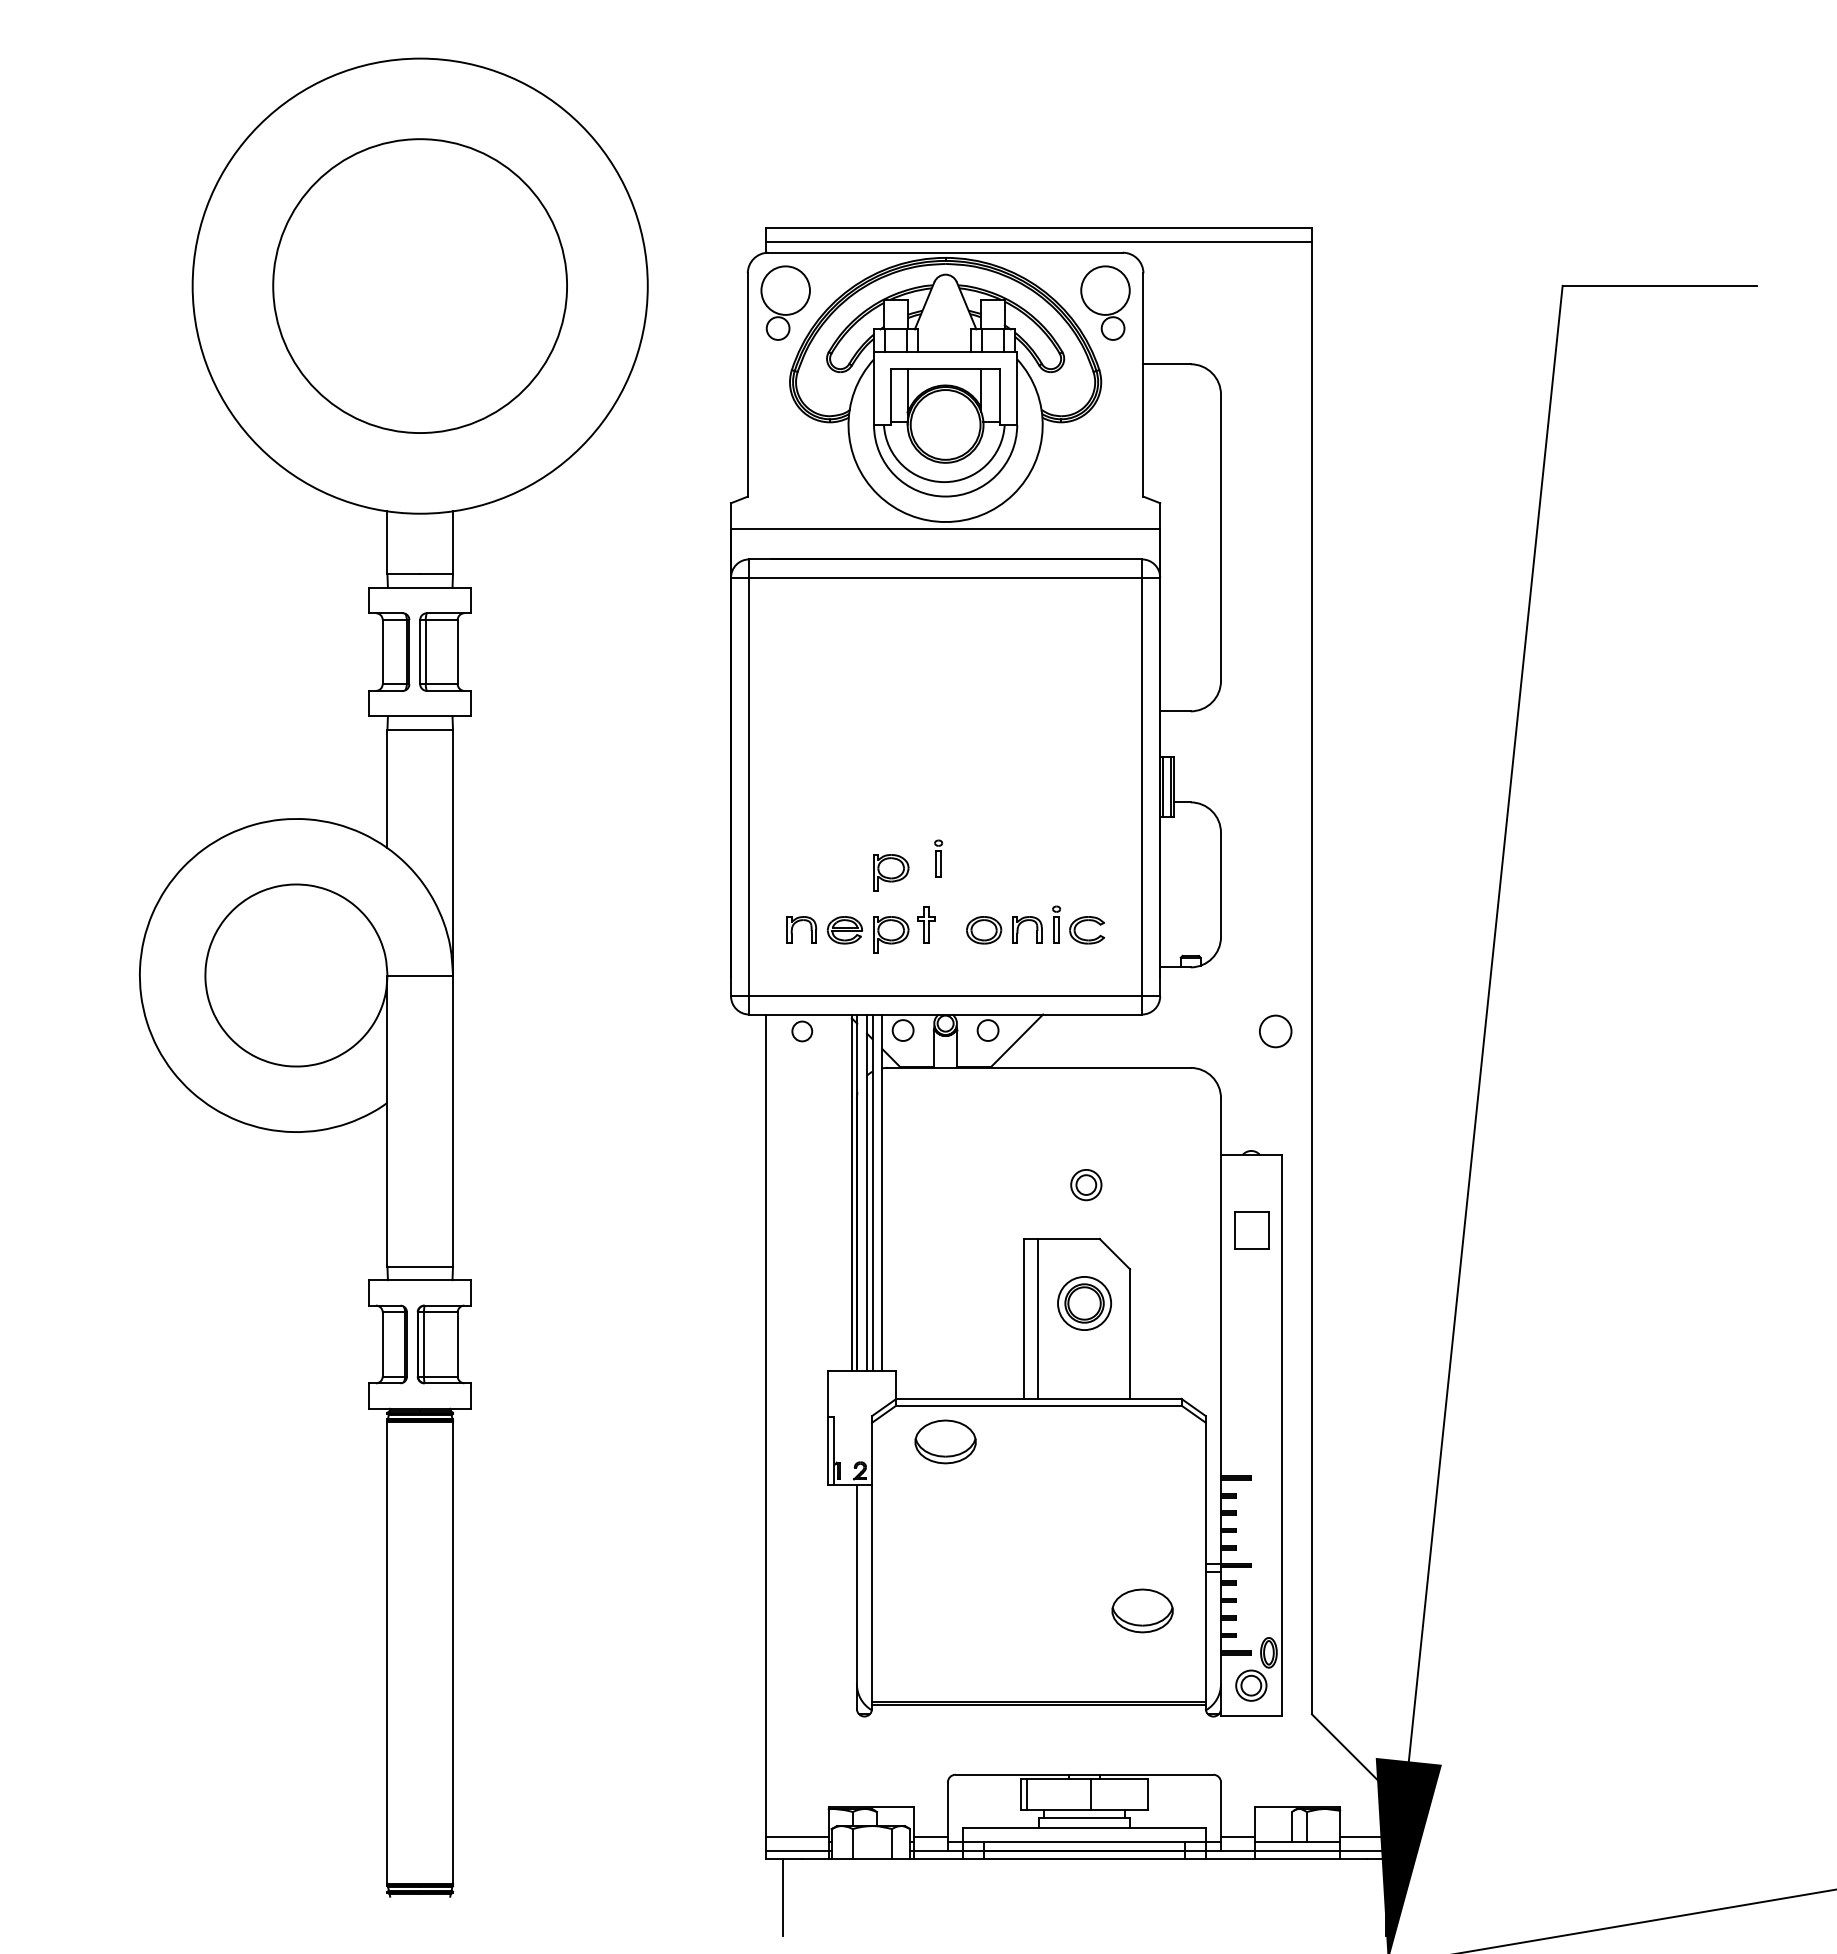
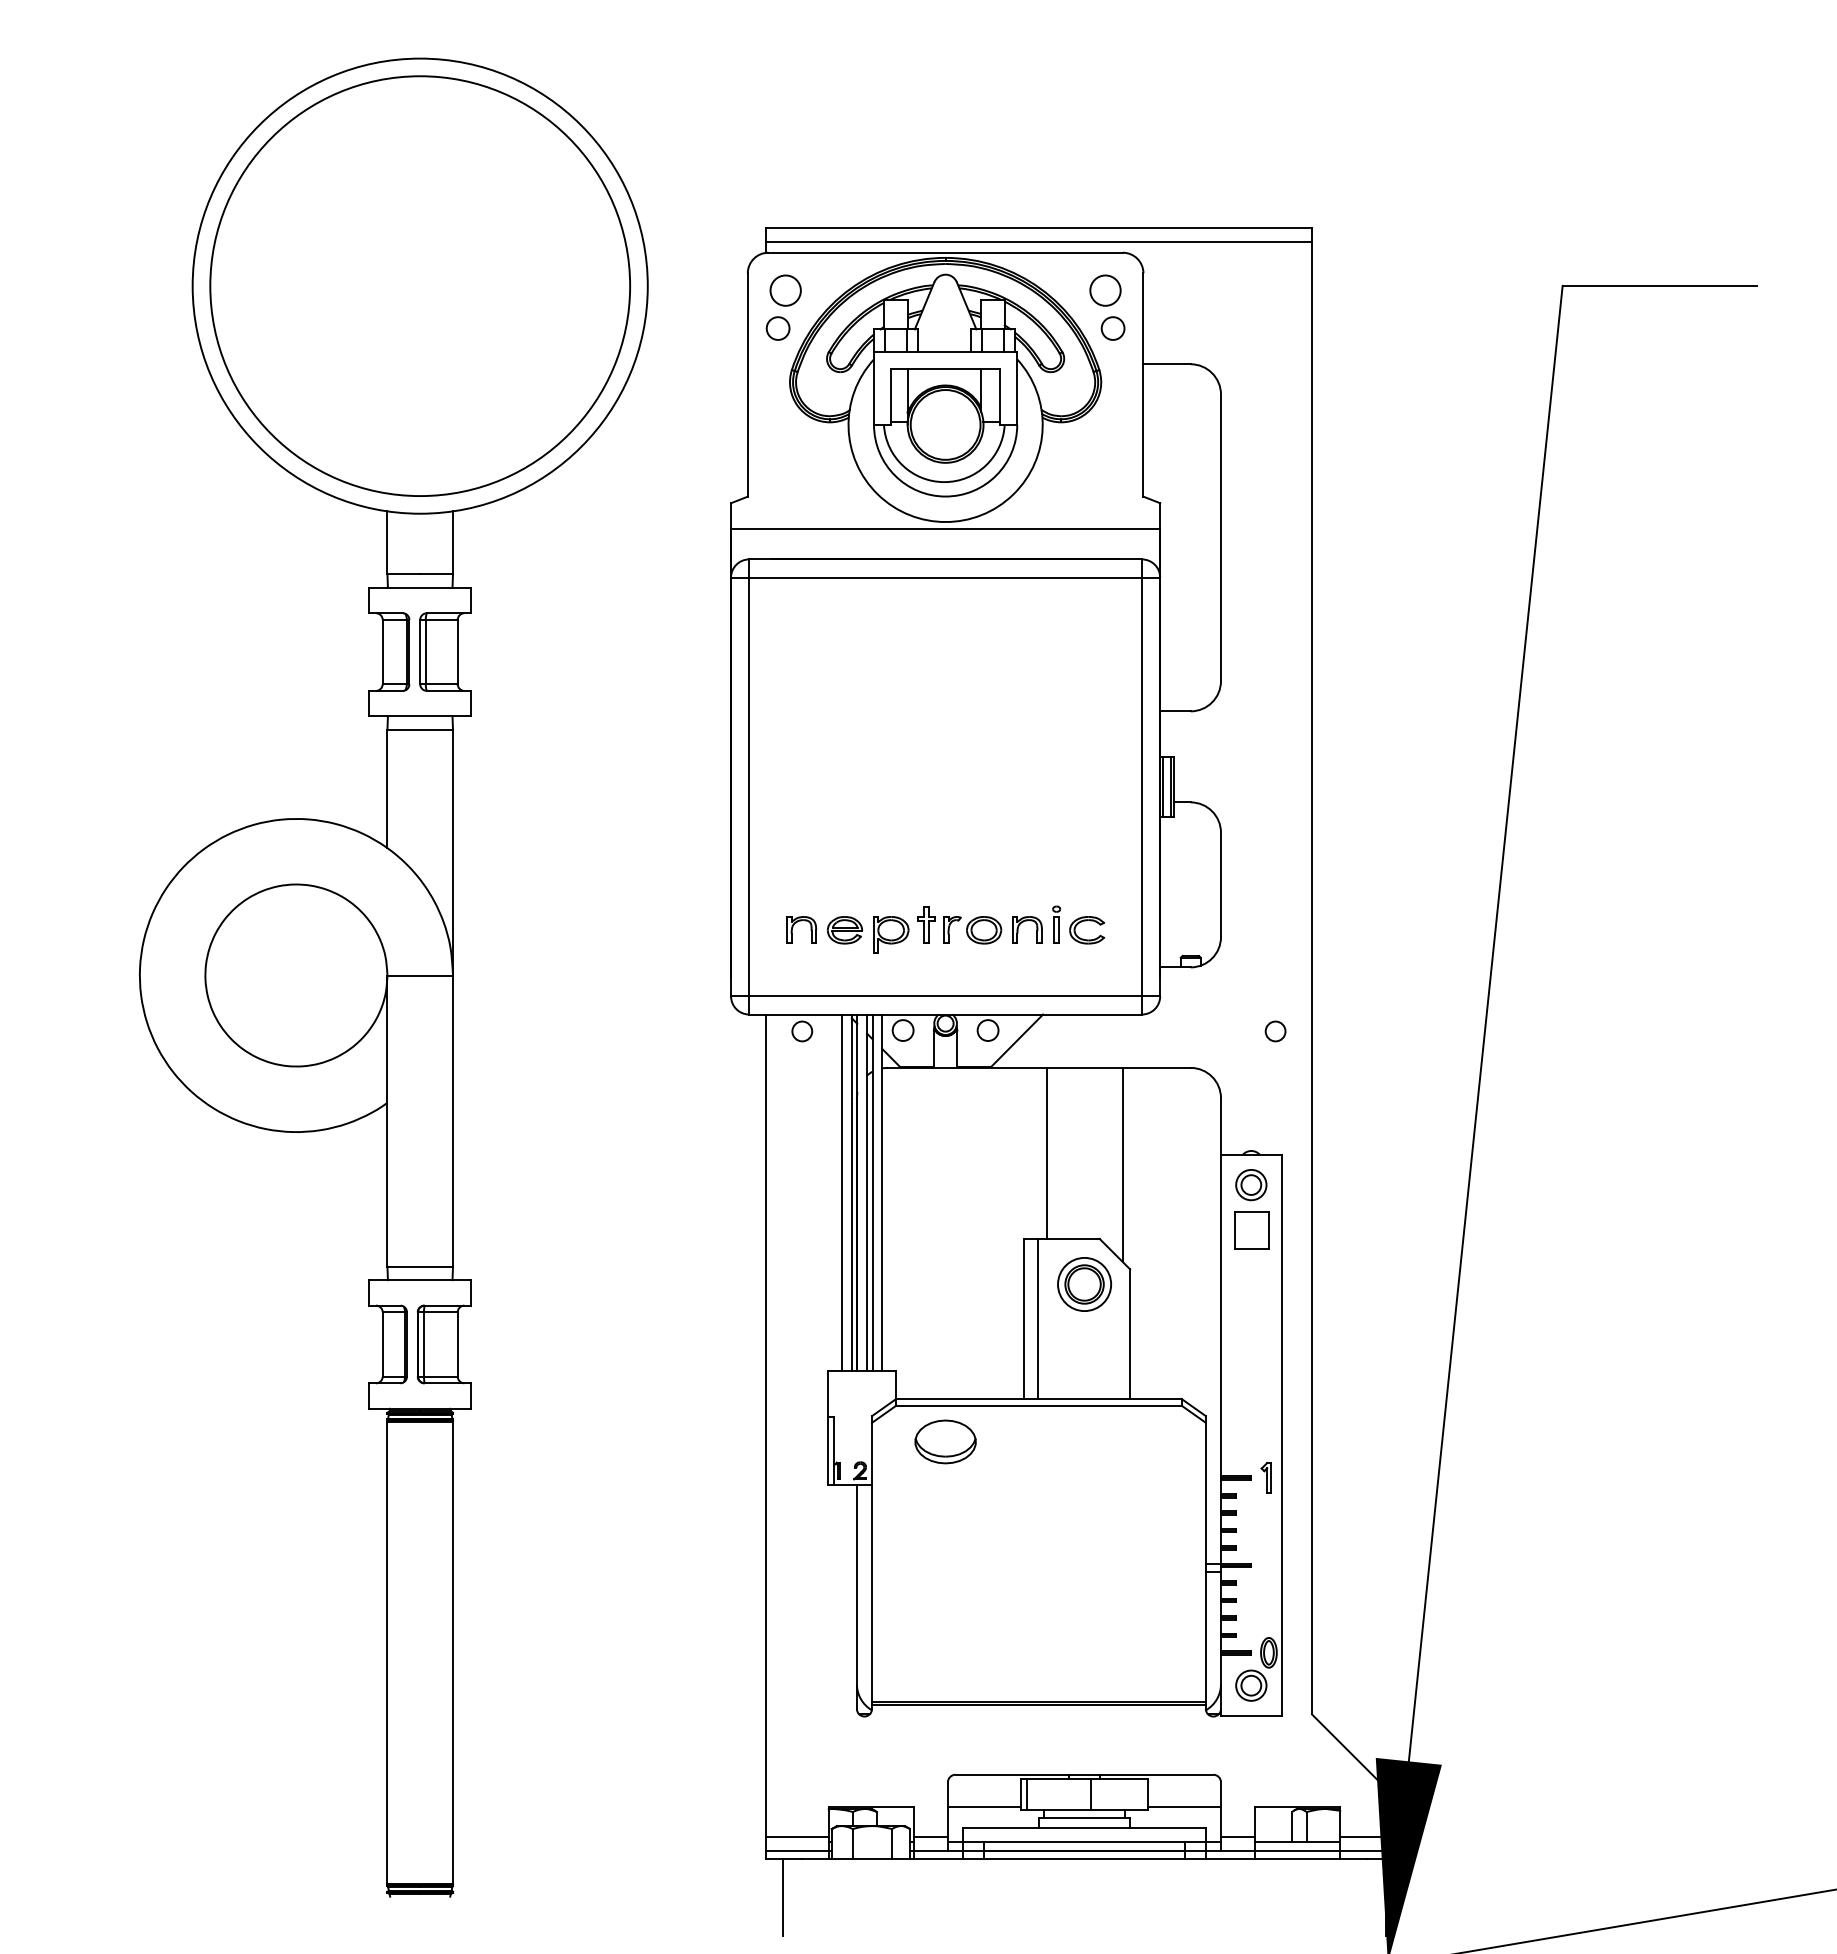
circle at (419, 285) size: 296x296 px -> 422x422 px
circle at (785, 290) diameter: 49 px -> 30 px
circle at (1105, 290) diameter: 49 px -> 30 px
part at (938, 858): present -> none
part at (891, 872): present -> none
part at (952, 929): none -> present
circle at (1275, 1031) size: 34x35 px -> 23x23 px
line at (1046, 1152): none -> present
line at (1122, 1164): none -> present
part at (1086, 1185) position: (1086, 1185) -> (1251, 1185)
line at (842, 1192): none -> present
part at (1084, 1303) position: (1084, 1303) -> (1084, 1284)
part at (1265, 1477): none -> present
part at (1142, 1610): present -> none
line at (983, 1807): none -> present
line at (1184, 1807): none -> present
